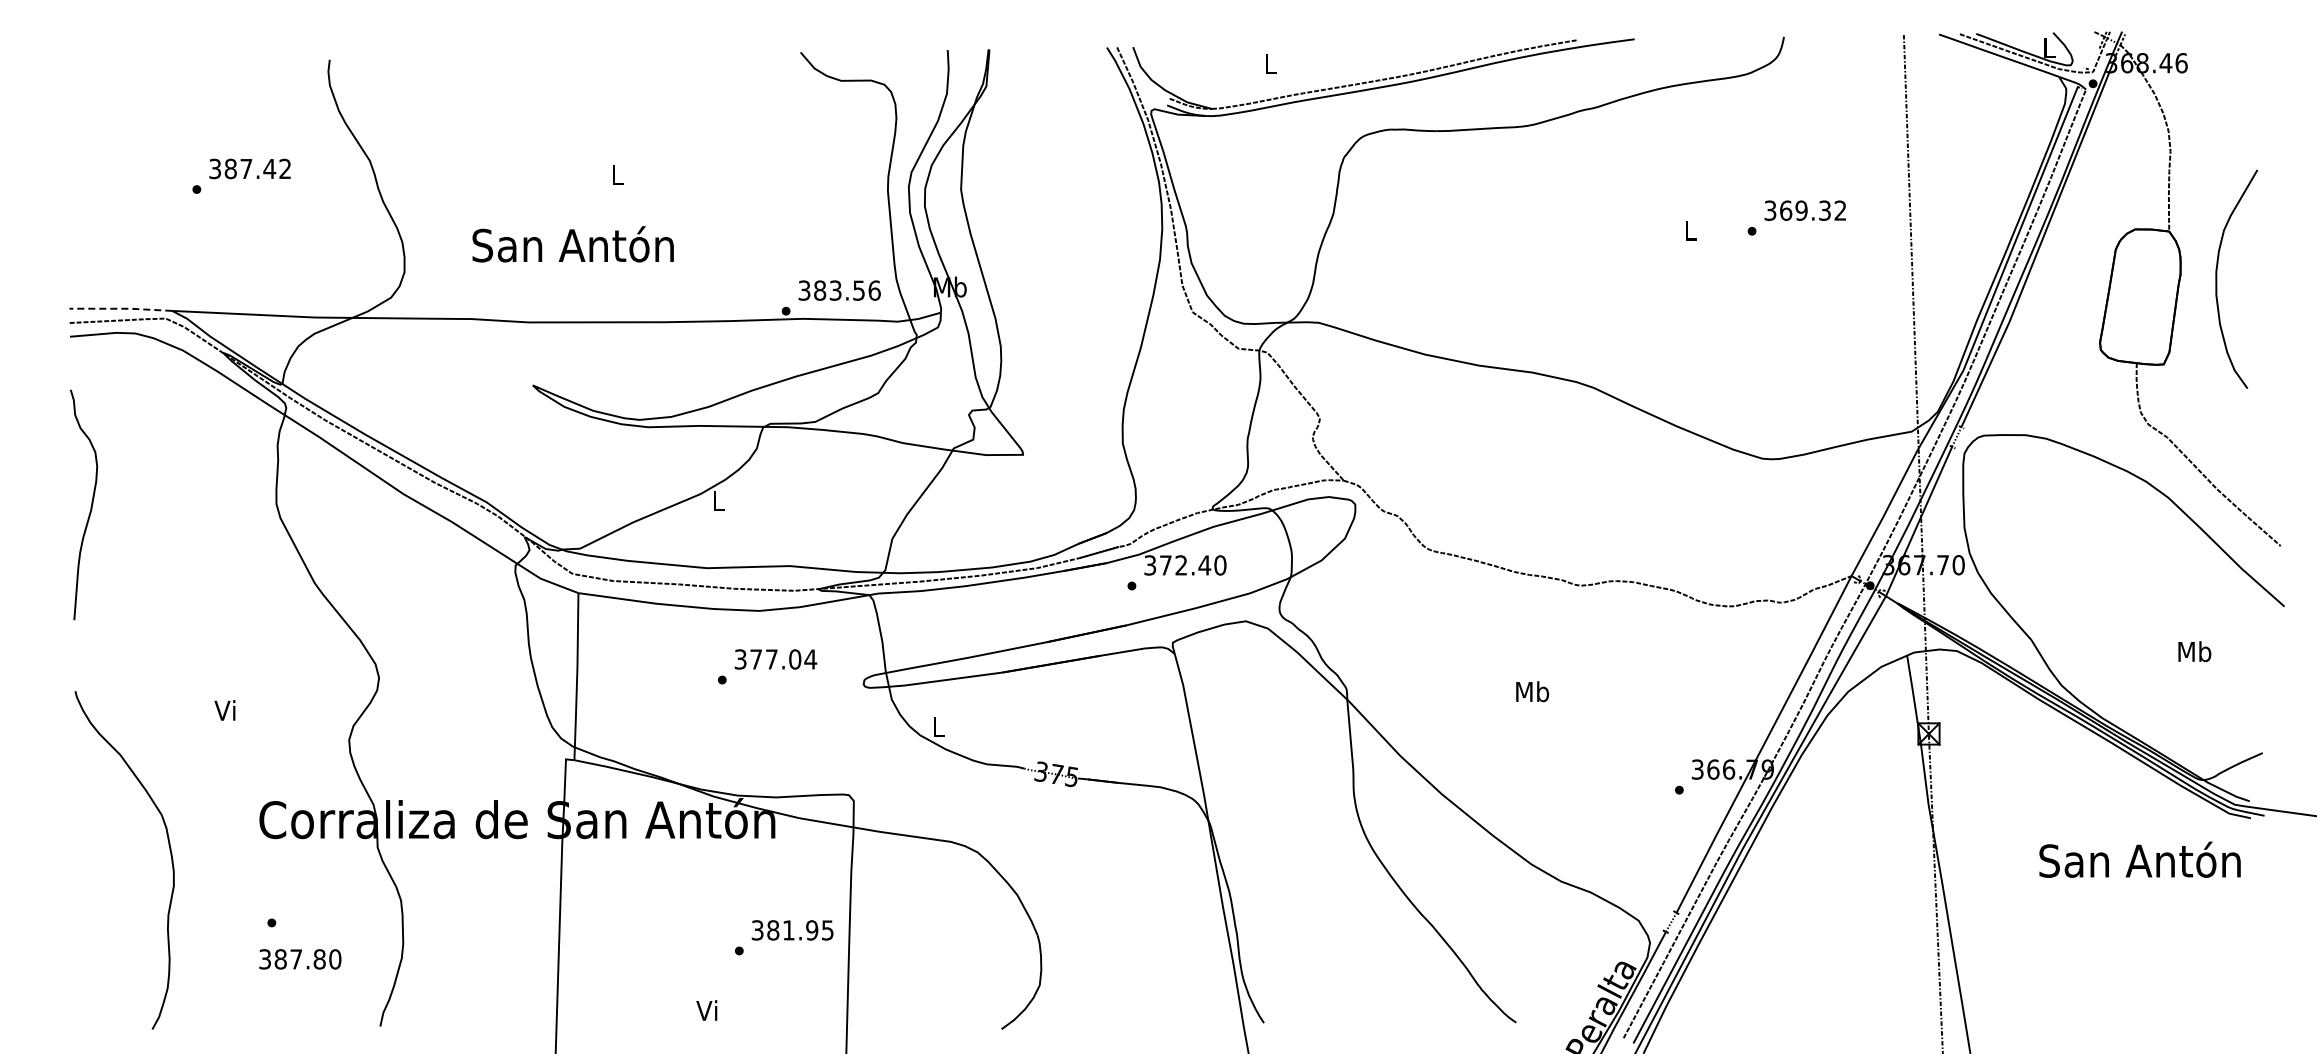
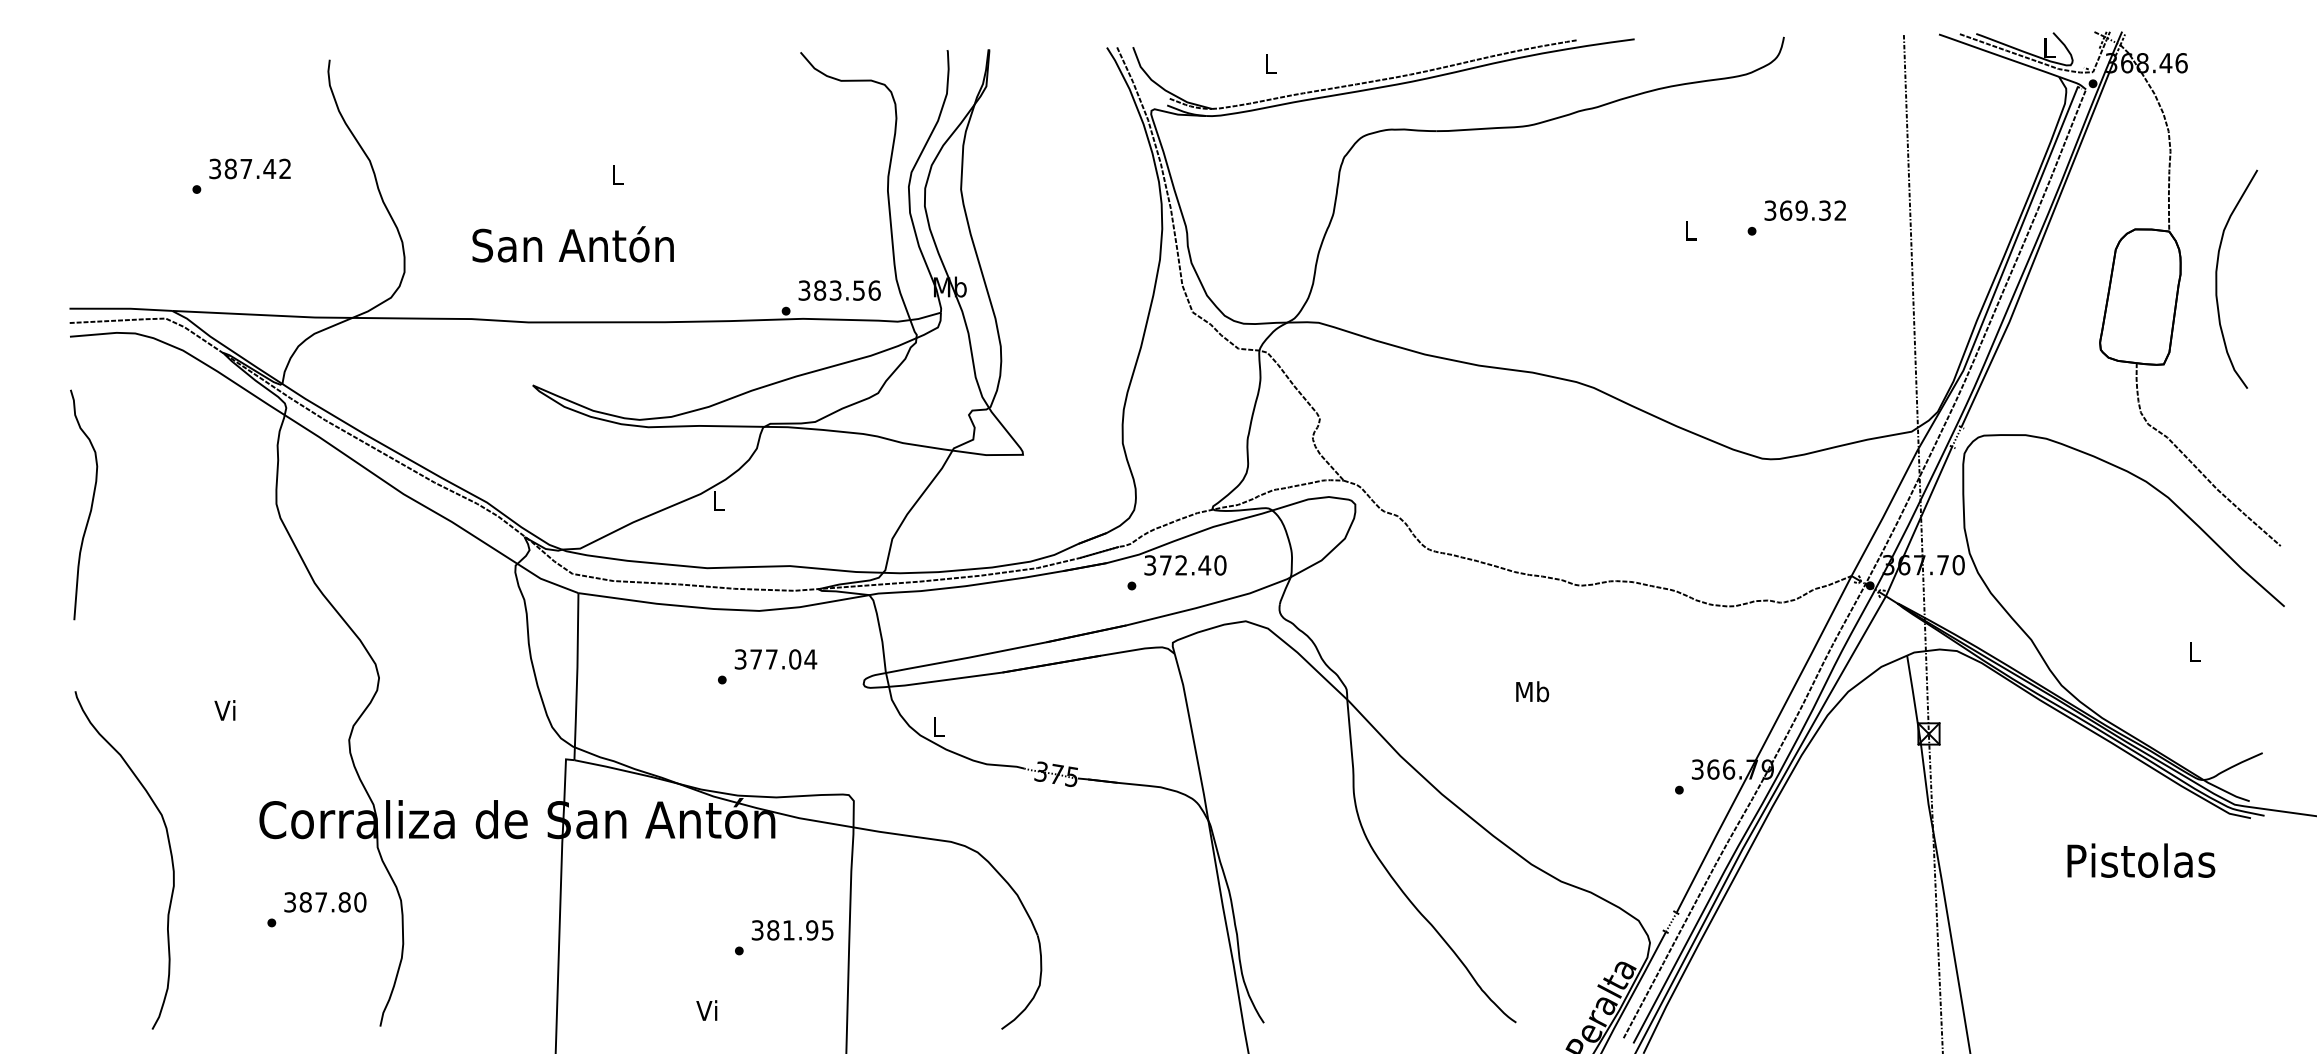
line at (120, 308): dashed -> solid
text at (2194, 651): Mb -> L
text at (2139, 859): San Antón -> Pistolas
text at (300, 959) position: (300, 959) -> (325, 902)
